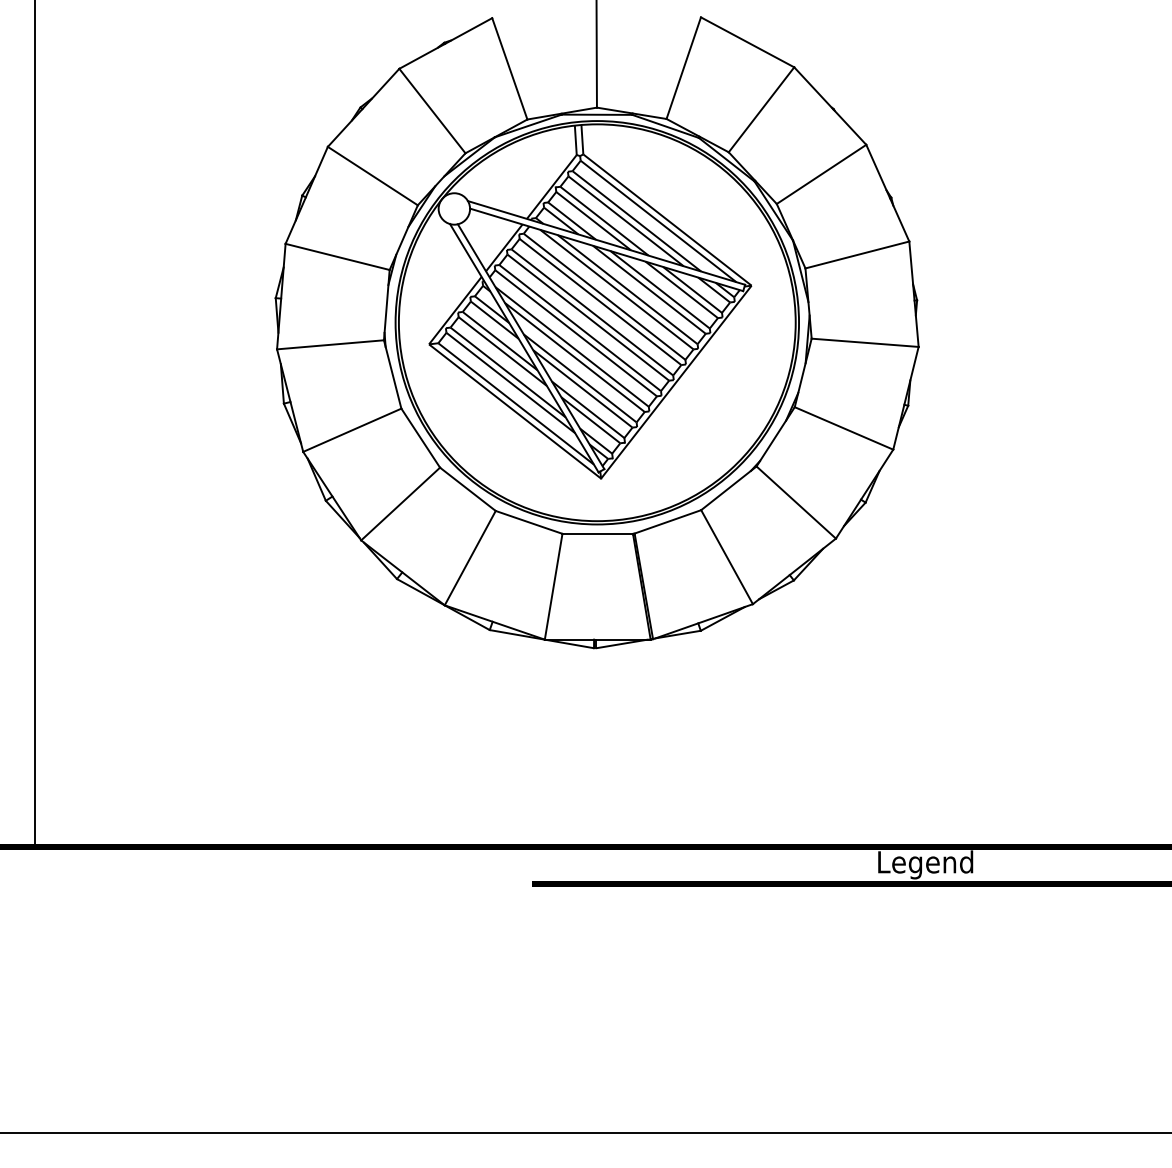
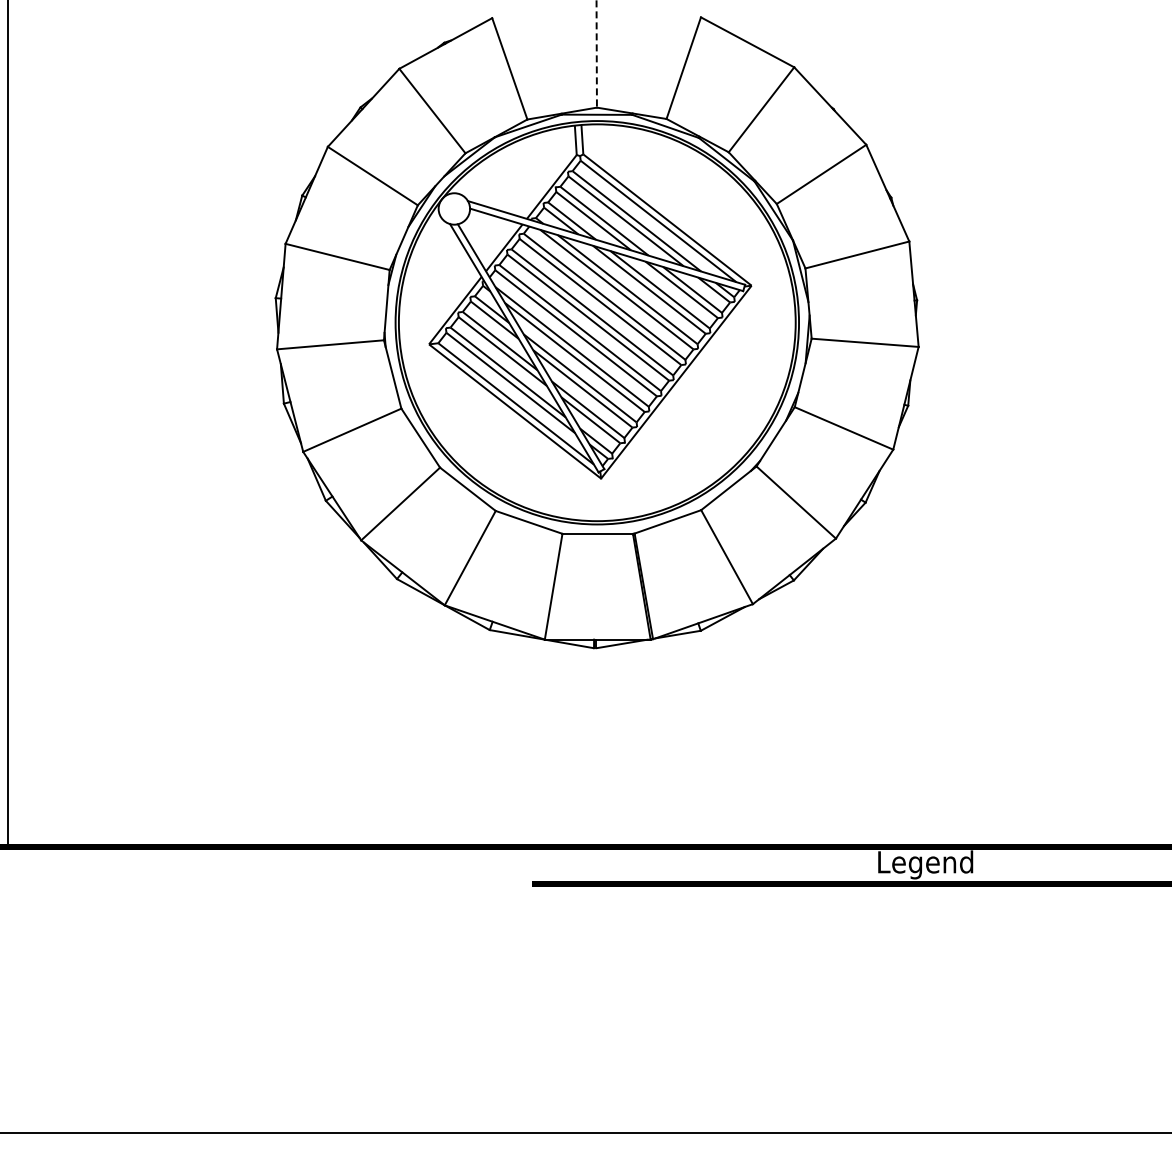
line at (596, 54): solid -> dashed
line at (35, 424) position: (35, 424) -> (8, 424)
